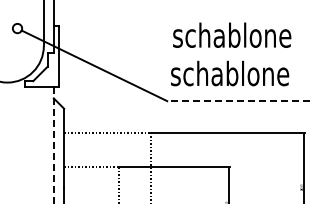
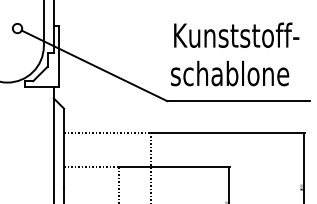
text at (236, 34): schablone -> Kunststoff-
line at (237, 101): dashed -> solid
line at (53, 145): dashed -> solid
